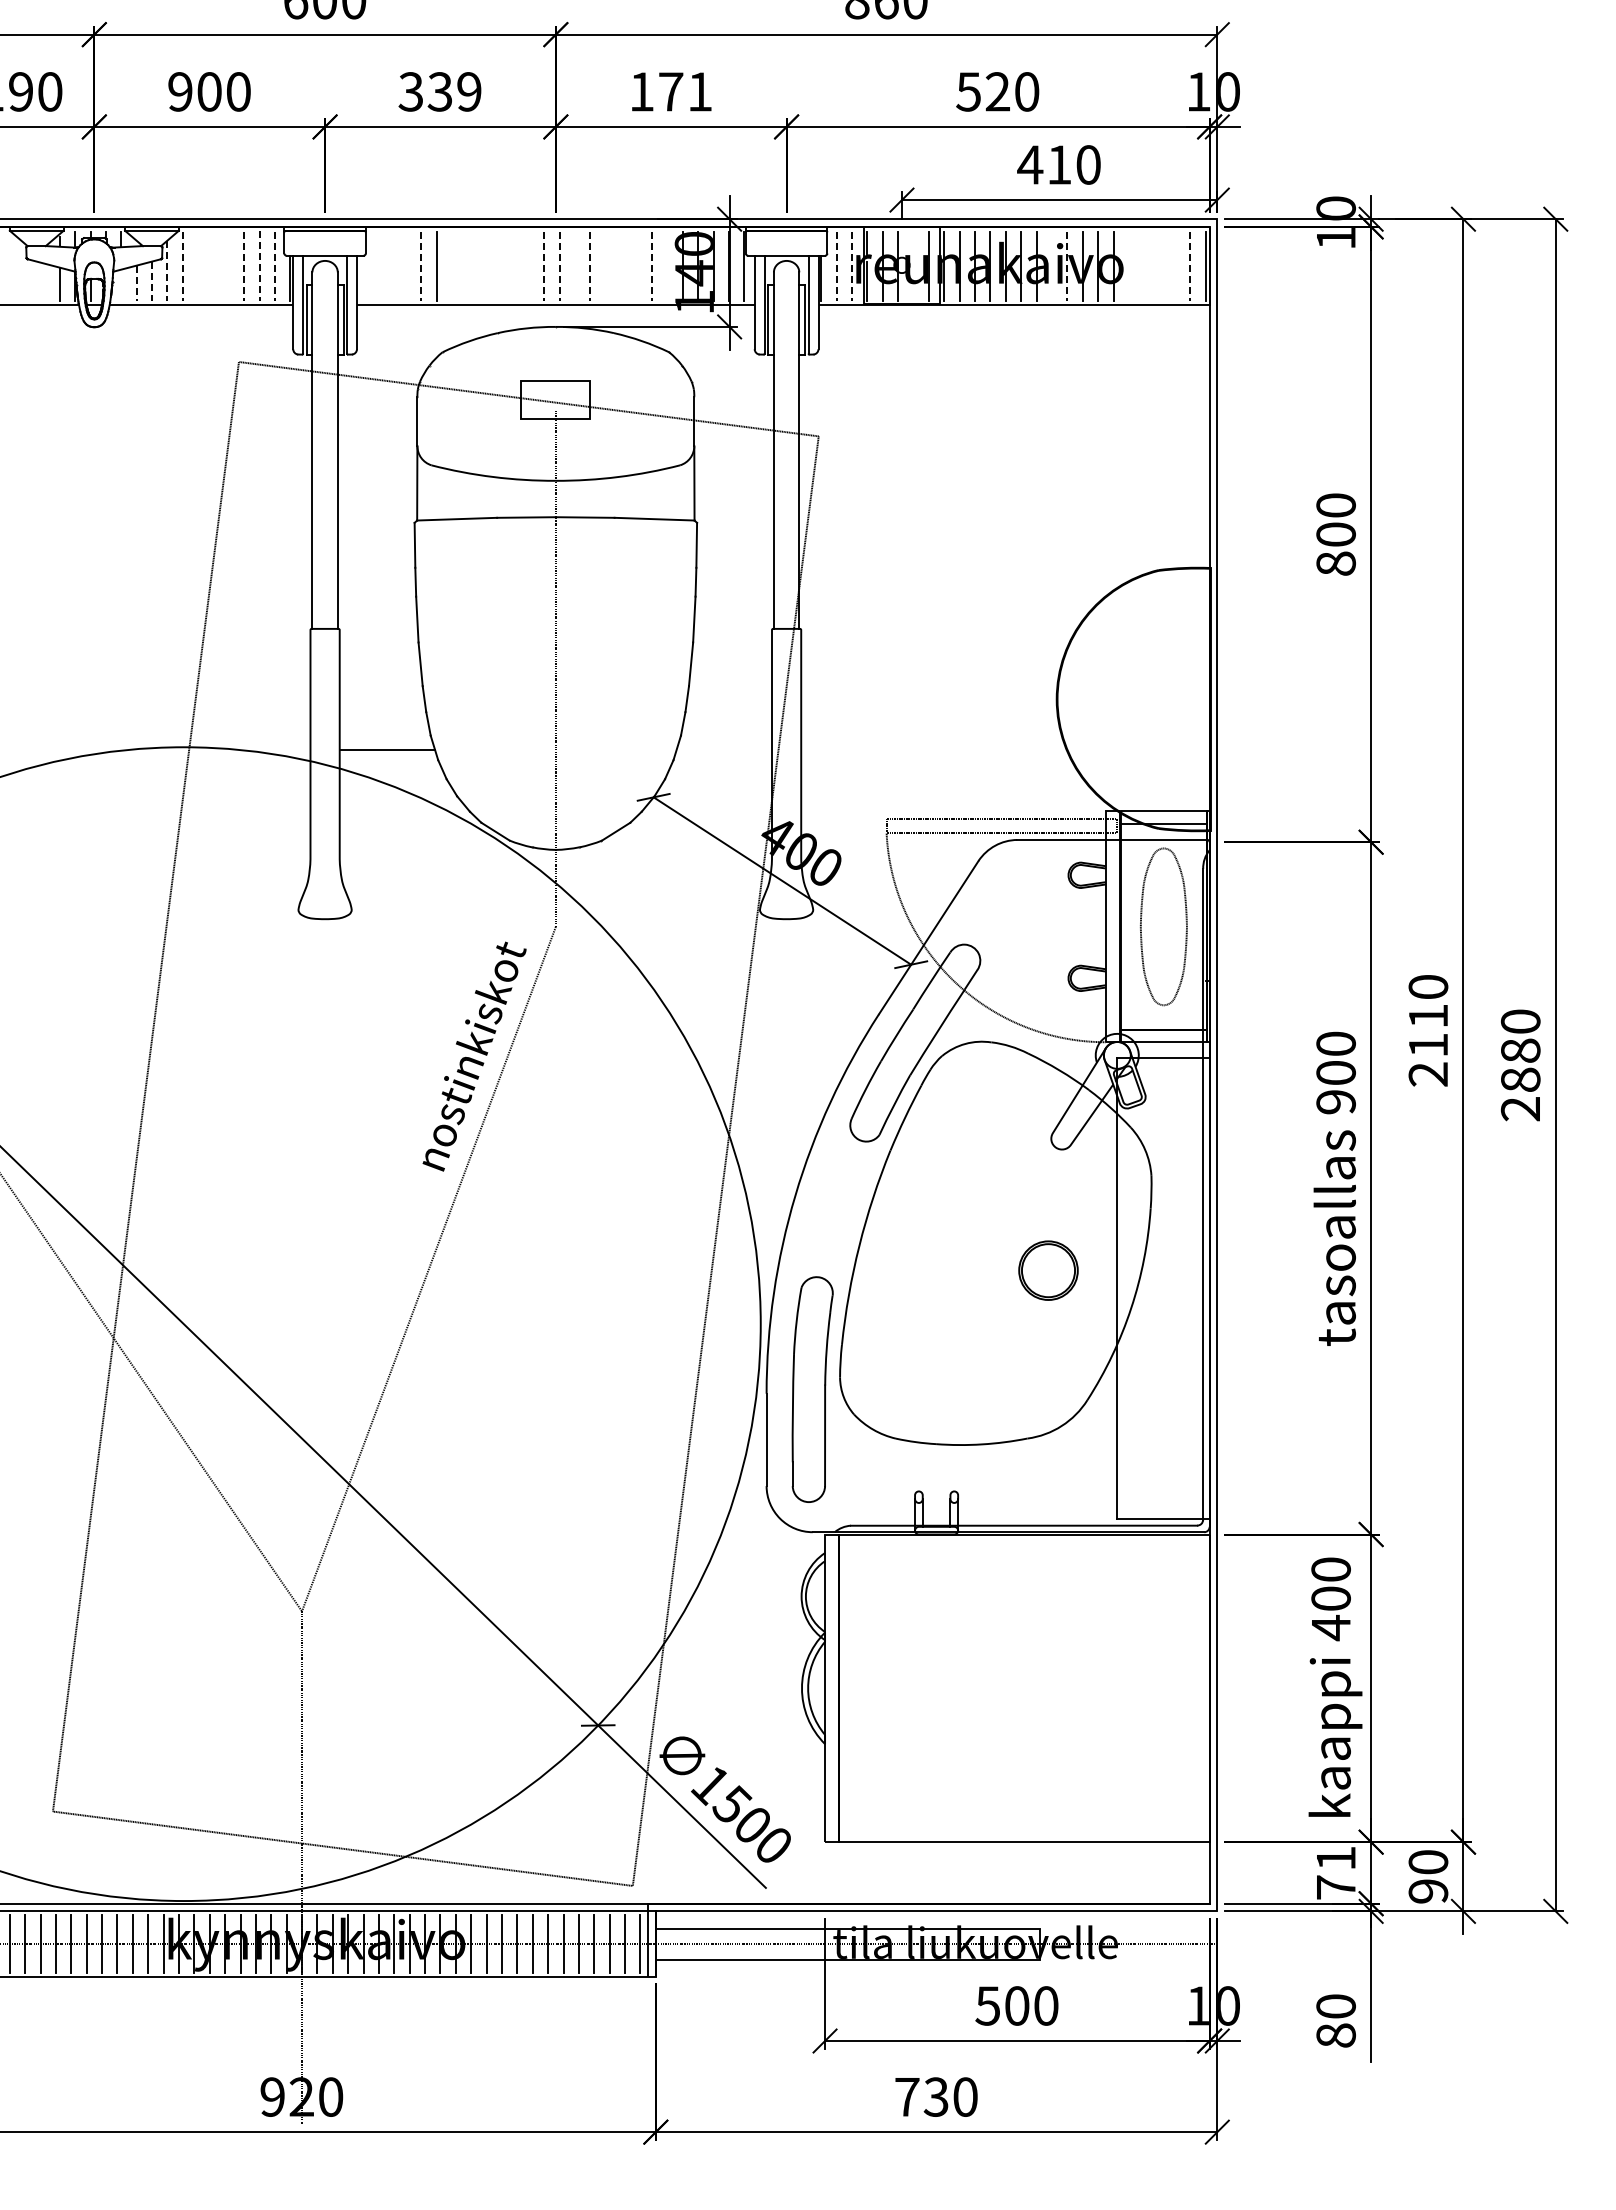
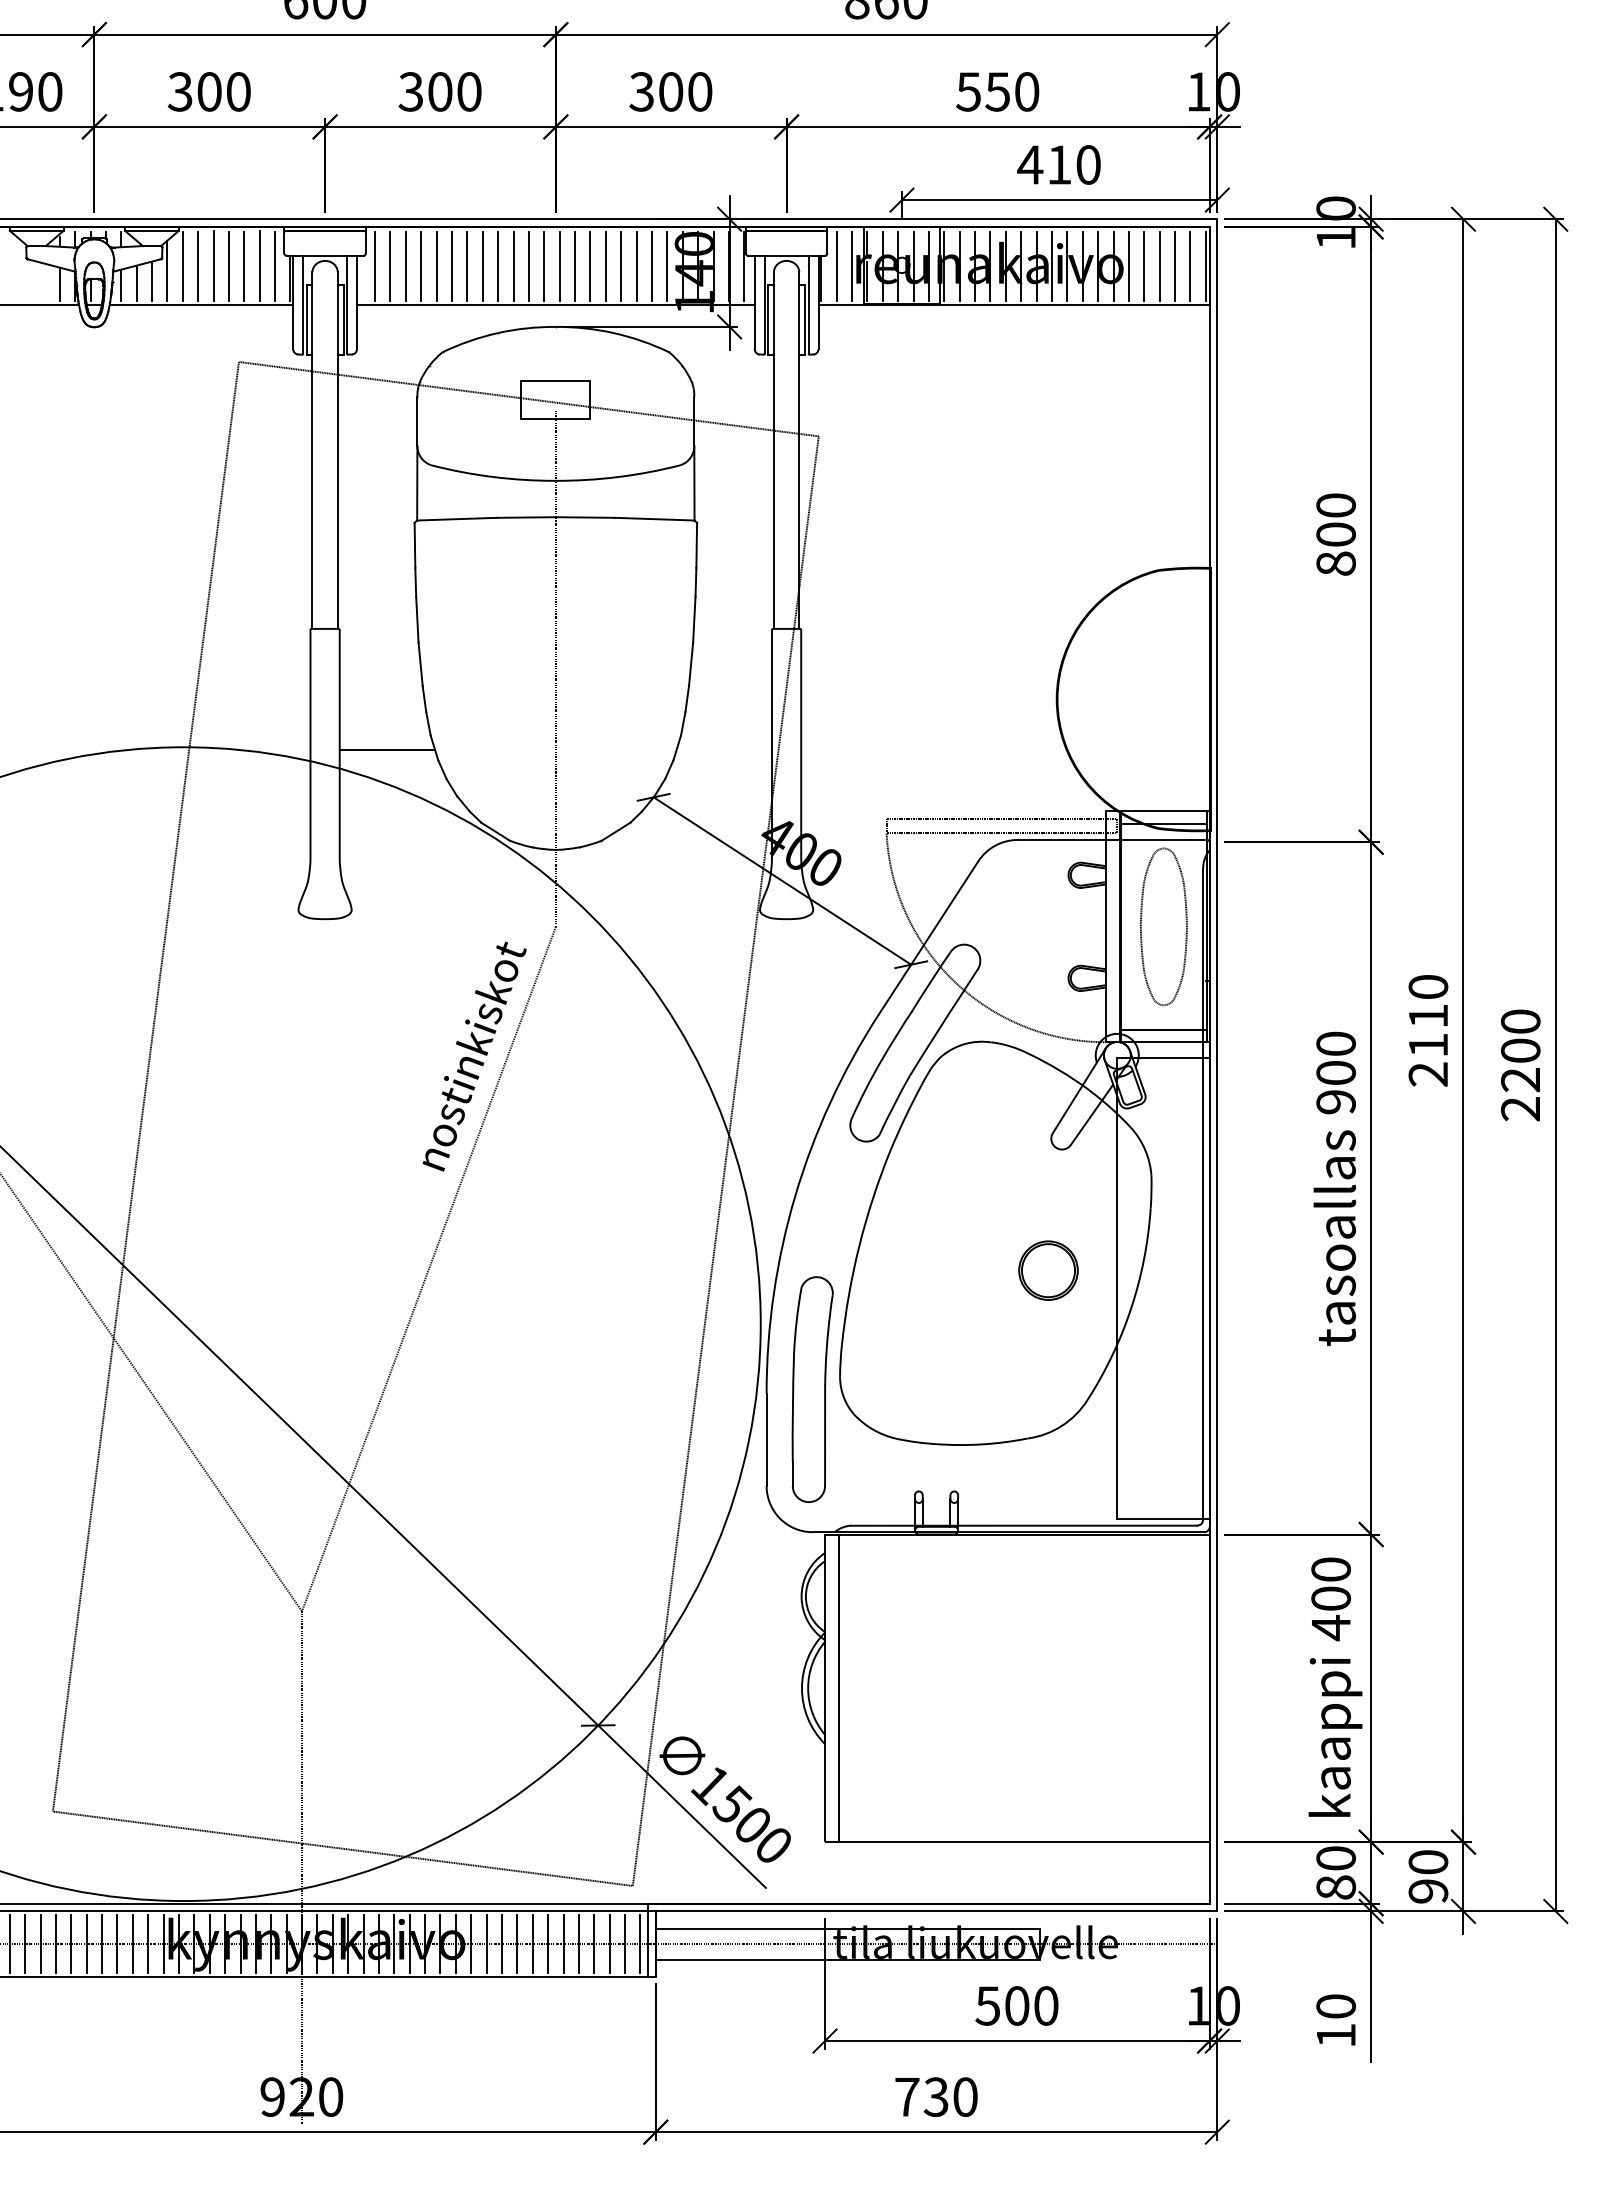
text at (179, 91): 900 -> 300
text at (454, 91): 339 -> 300
text at (670, 91): 171 -> 300
text at (997, 91): 520 -> 550
line at (198, 265): none -> present
line at (213, 265): none -> present
line at (228, 265): none -> present
line at (259, 265): dashed -> solid
line at (375, 265): none -> present
line at (390, 265): none -> present
line at (405, 265): none -> present
line at (452, 265): none -> present
line at (467, 265): none -> present
line at (482, 265): none -> present
line at (498, 265): none -> present
line at (513, 265): none -> present
line at (528, 265): none -> present
line at (575, 265): none -> present
line at (605, 265): none -> present
line at (621, 265): none -> present
line at (636, 265): none -> present
line at (667, 265): none -> present
line at (913, 265): none -> present
line at (1051, 265): none -> present
line at (1128, 265): none -> present
line at (1144, 265): none -> present
line at (1159, 265): none -> present
line at (1175, 265): none -> present
line at (182, 266): dashed -> solid
line at (244, 266): dashed -> solid
line at (275, 266): dashed -> solid
line at (421, 266): dashed -> solid
line at (544, 266): dashed -> solid
line at (559, 266): dashed -> solid
line at (590, 266): dashed -> solid
line at (652, 266): dashed -> solid
line at (836, 266): dashed -> solid
line at (851, 266): dashed -> solid
line at (1067, 266): dashed -> solid
line at (1190, 266): dashed -> solid
line at (167, 271): dashed -> solid
line at (152, 281): dashed -> solid
line at (136, 283): dashed -> solid
line at (121, 284): none -> present
text at (1520, 1065): 2880 -> 2200
text at (1335, 1872): 71 -> 80
text at (1335, 2035): 80 -> 10
